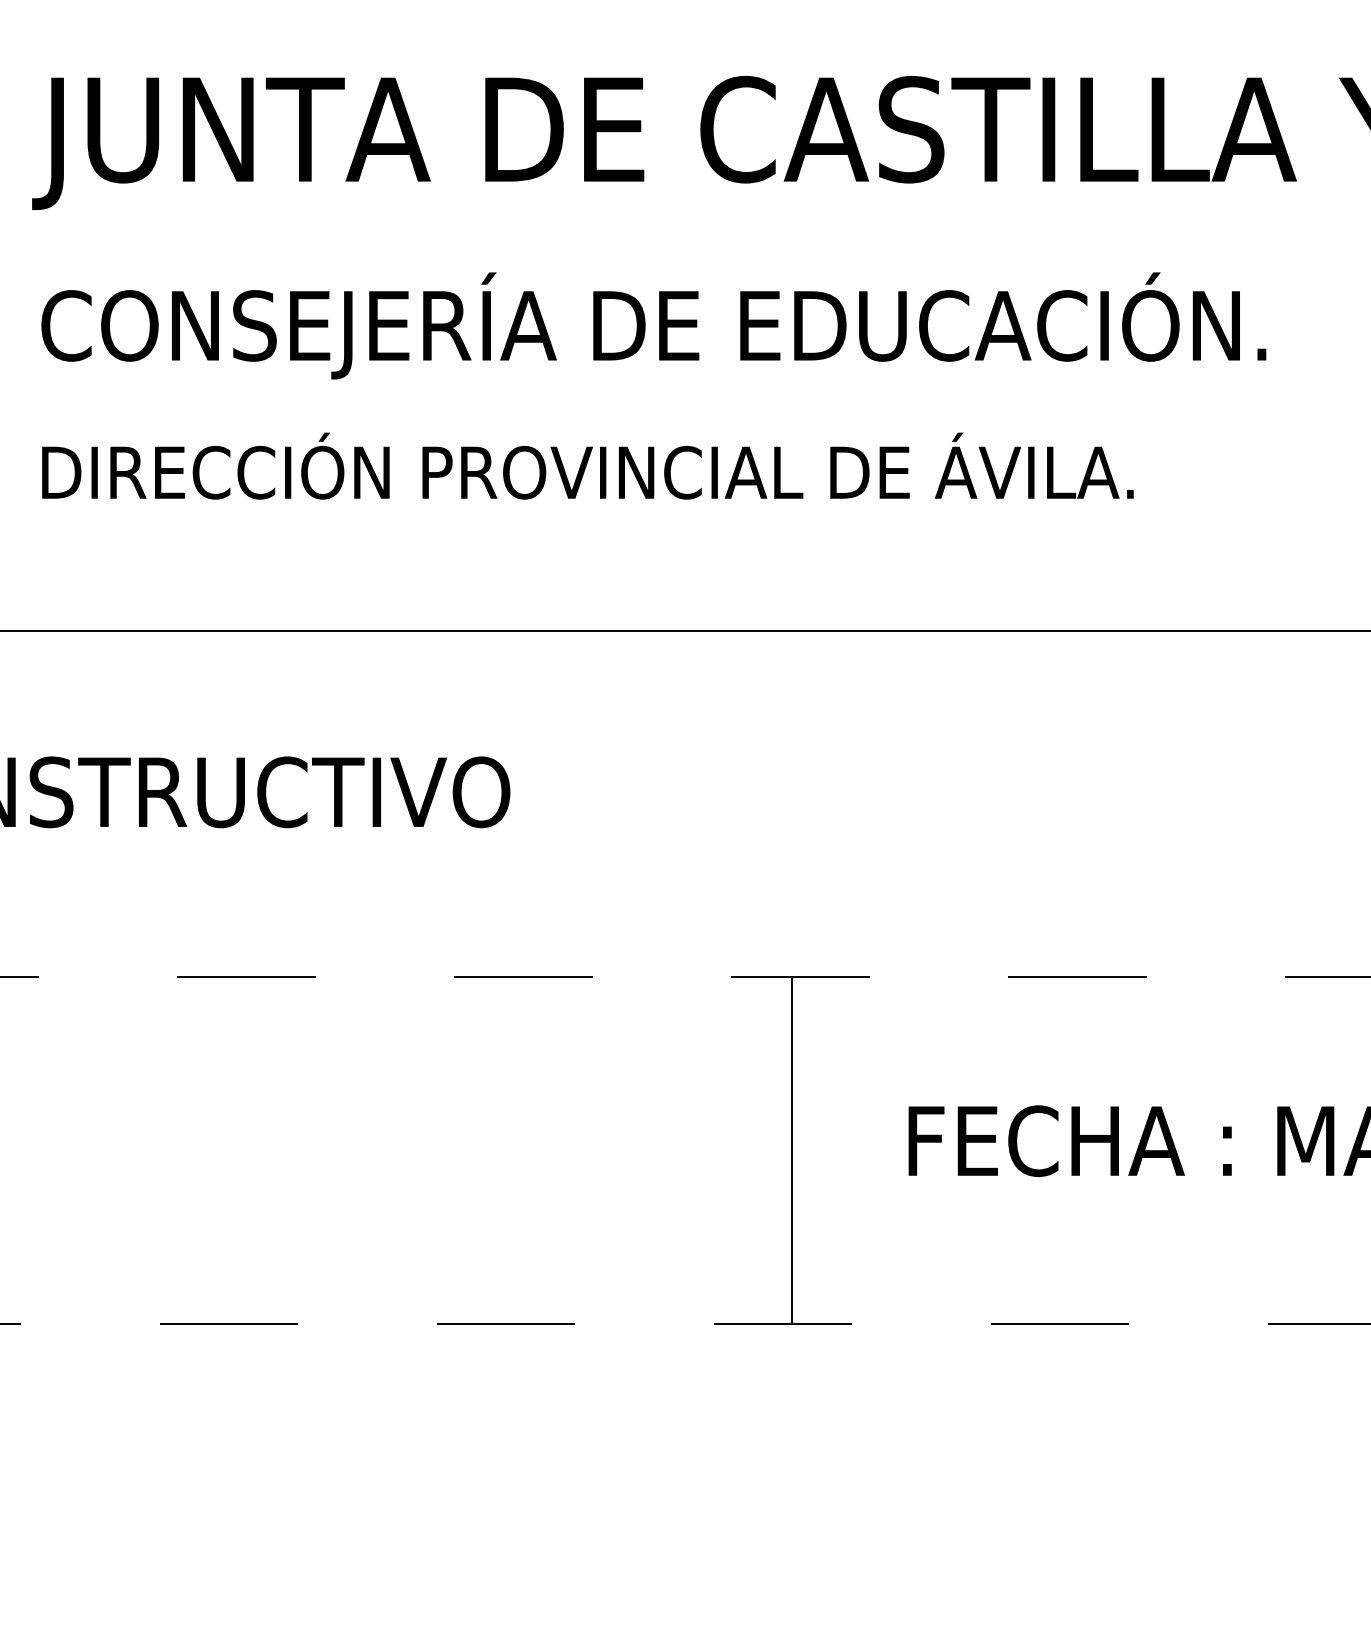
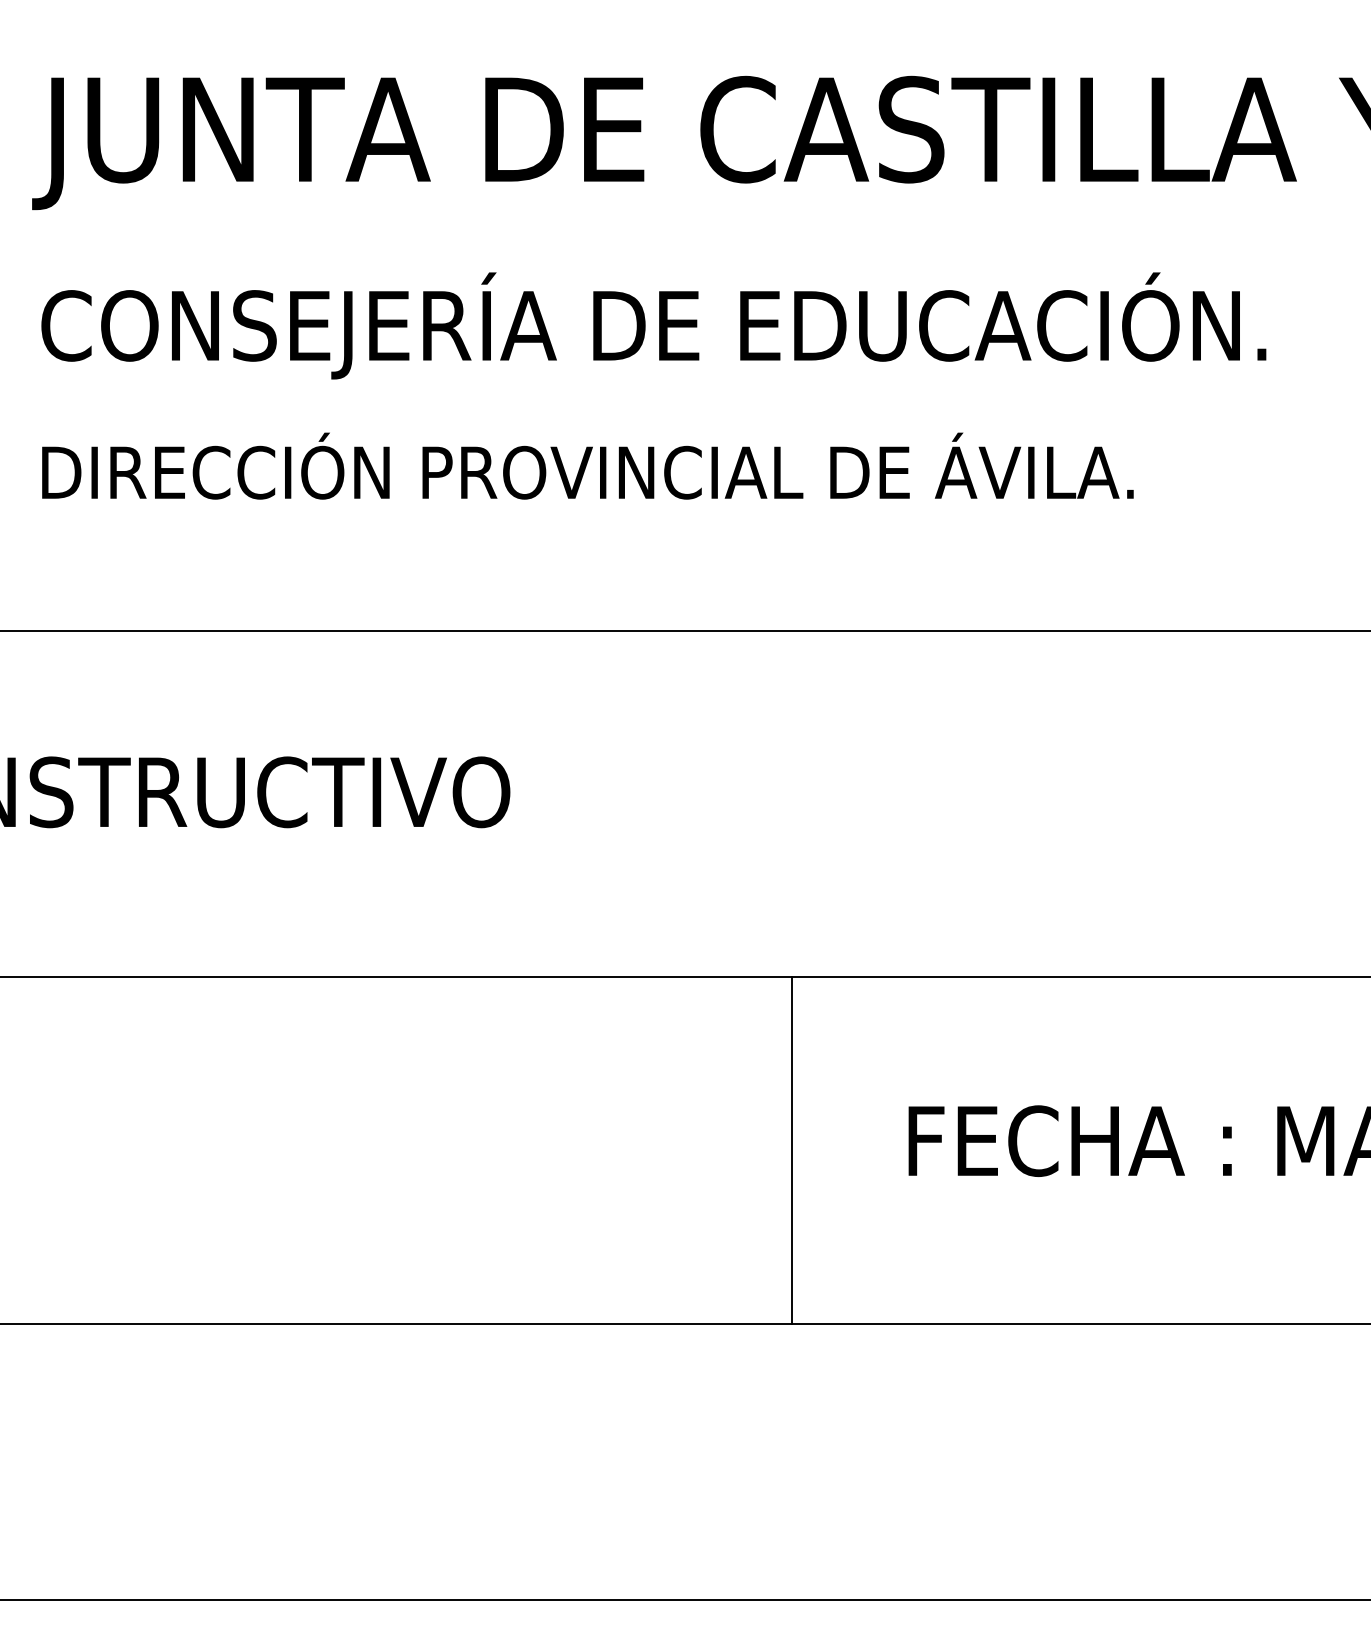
line at (685, 977): dashed -> solid
line at (685, 1323): dashed -> solid
line at (684, 1600): none -> present
